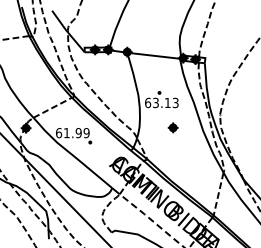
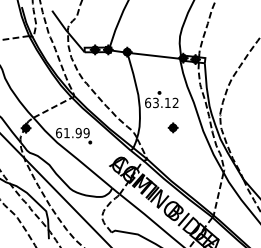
text at (175, 103): 63.13 -> 63.12
line at (151, 220): dashed -> solid
